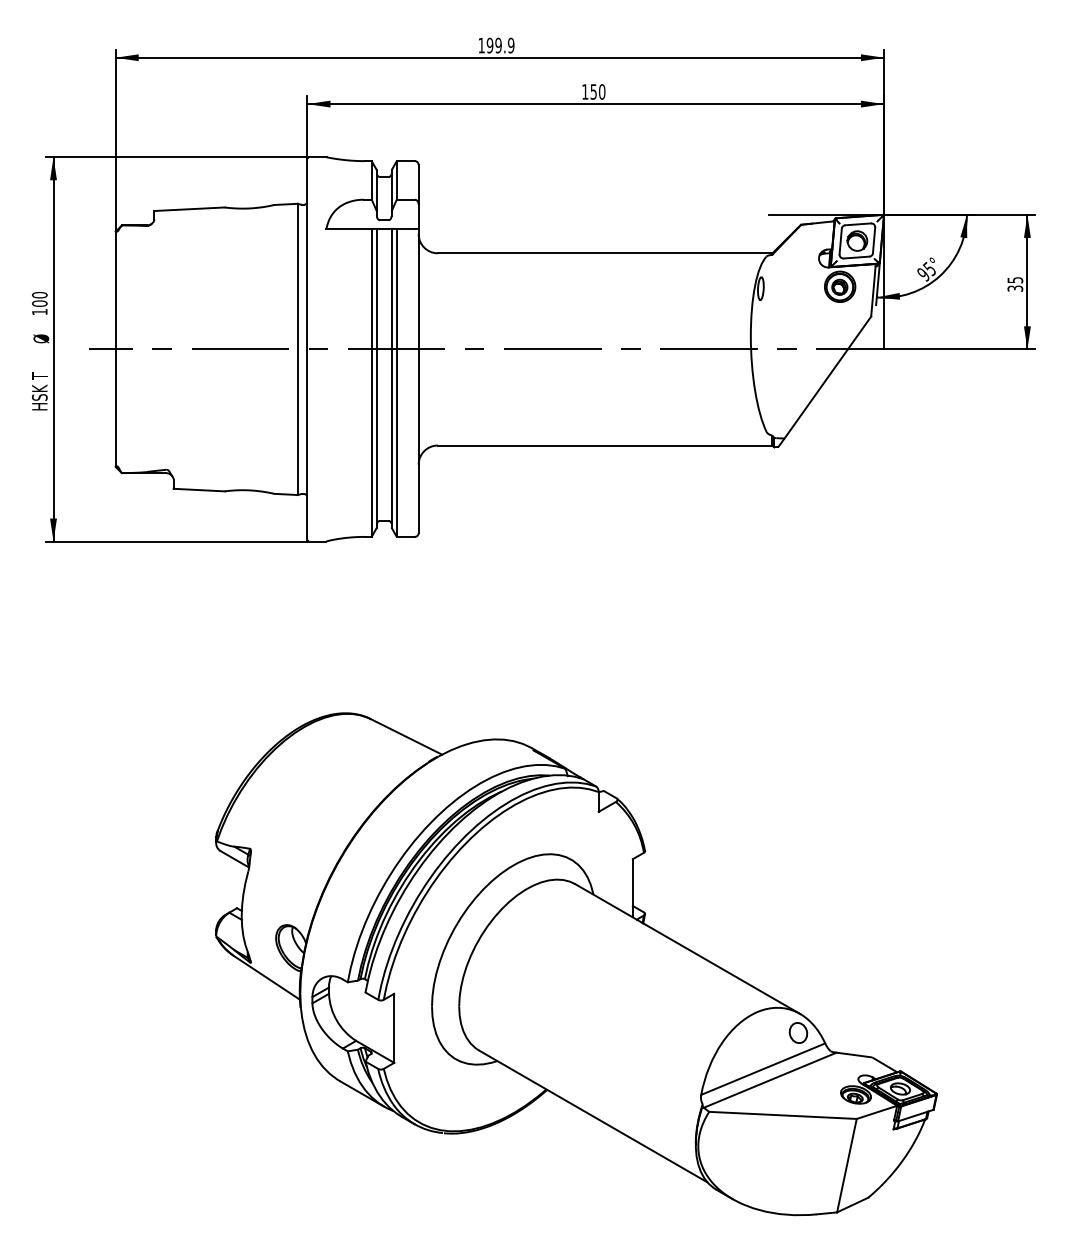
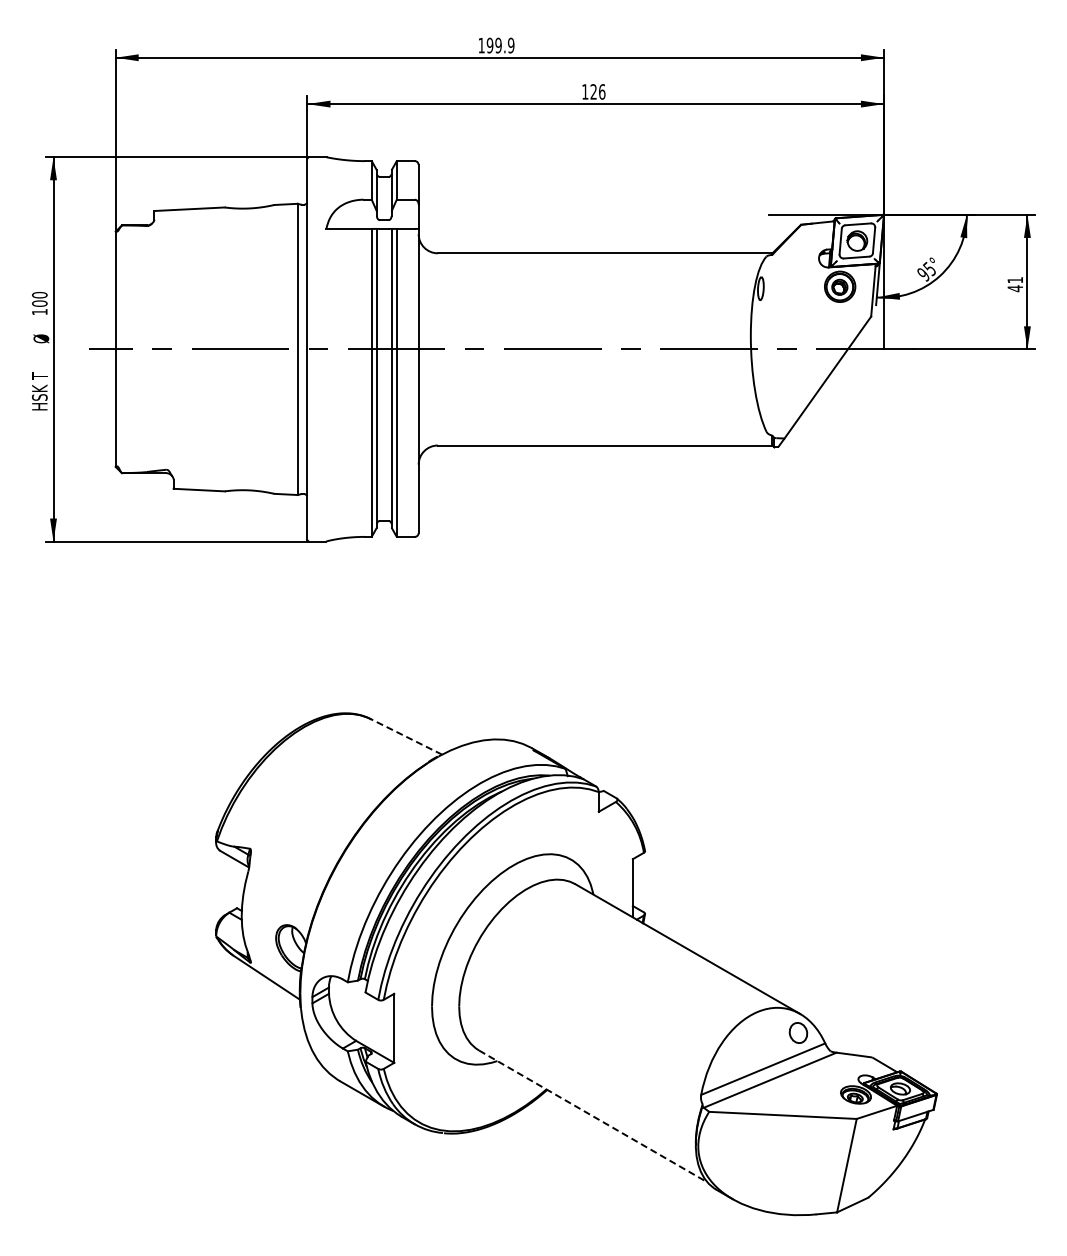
text at (597, 91): 150 -> 126
text at (1015, 284): 35 -> 41
line at (405, 736): solid -> dashed
line at (593, 1116): solid -> dashed
